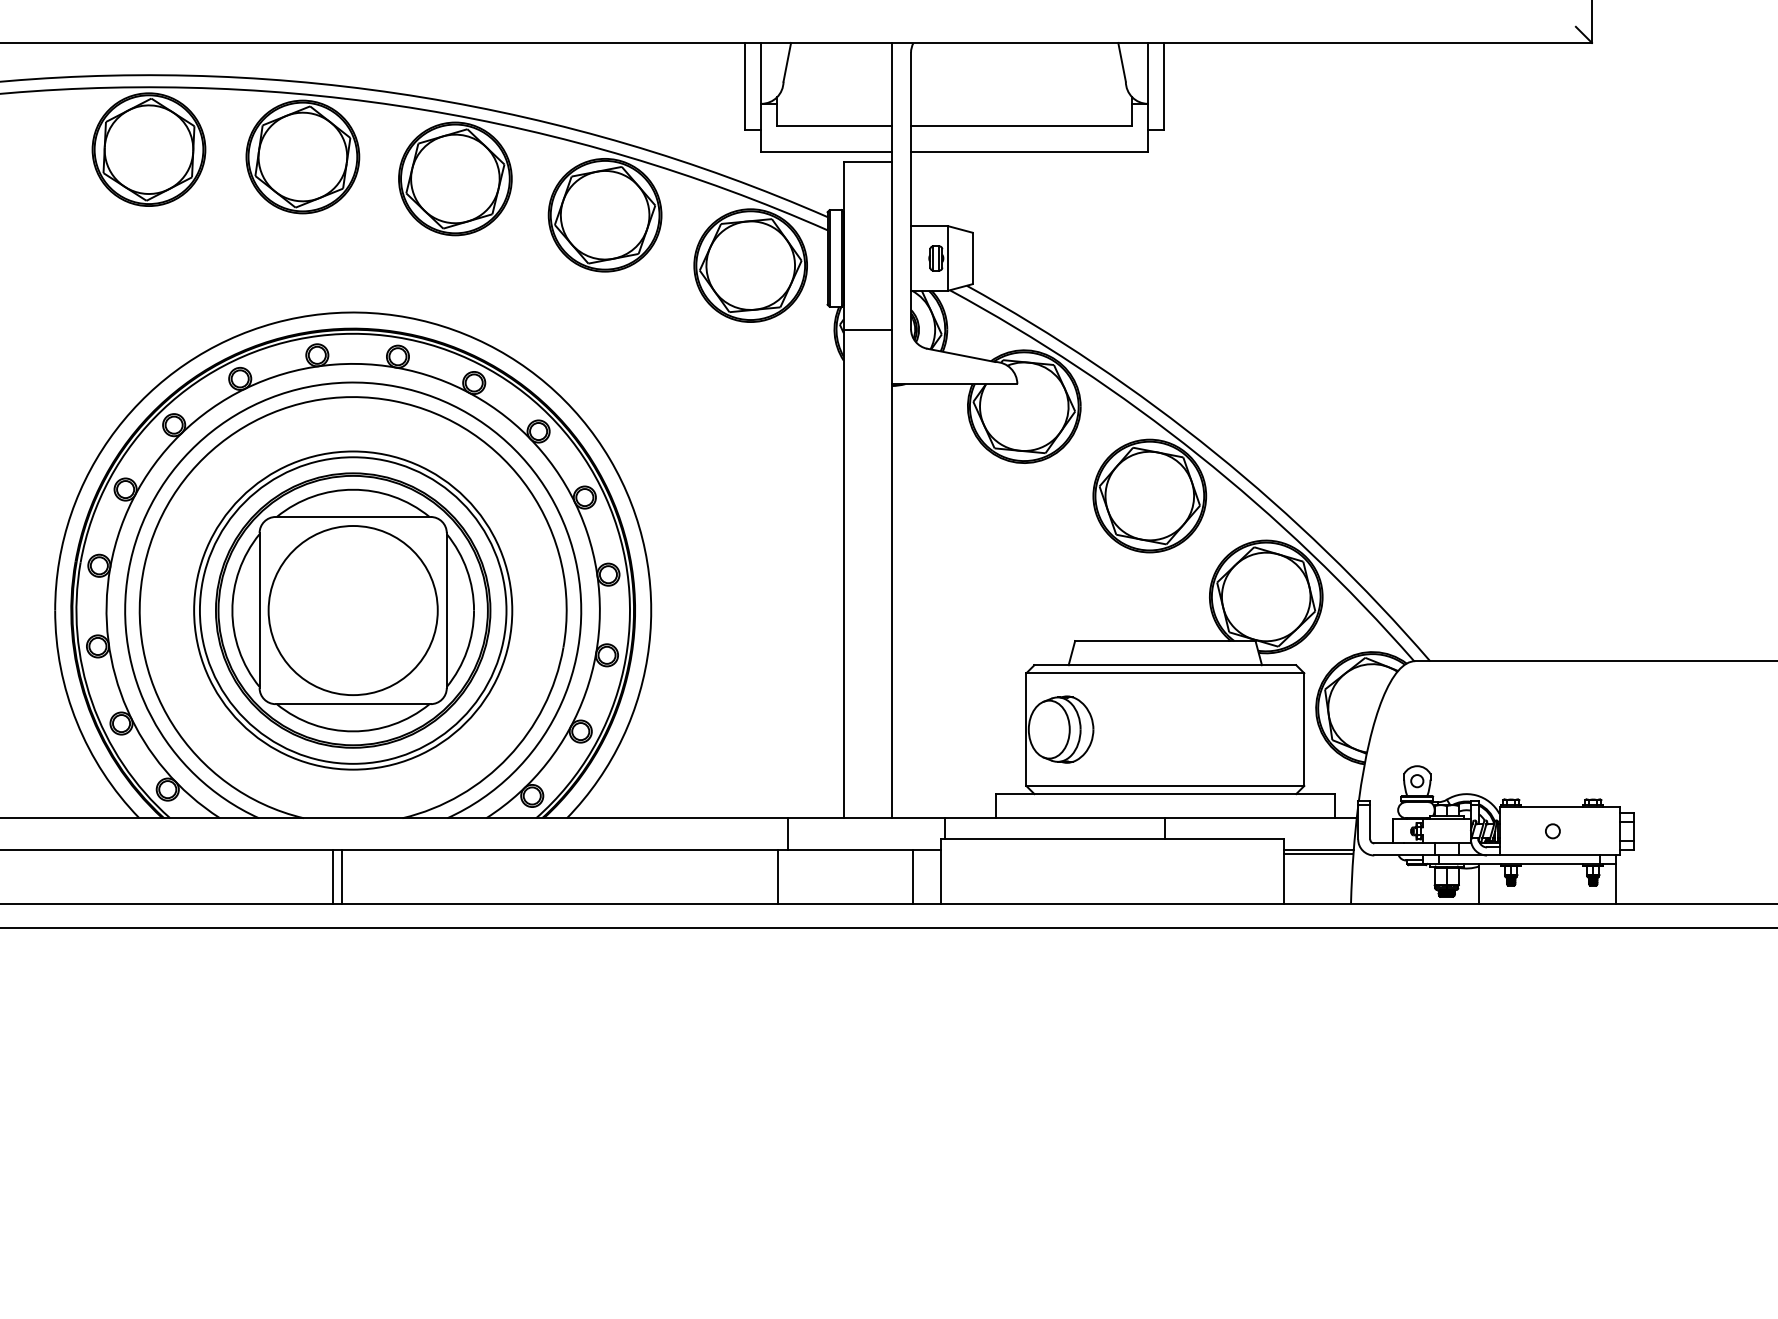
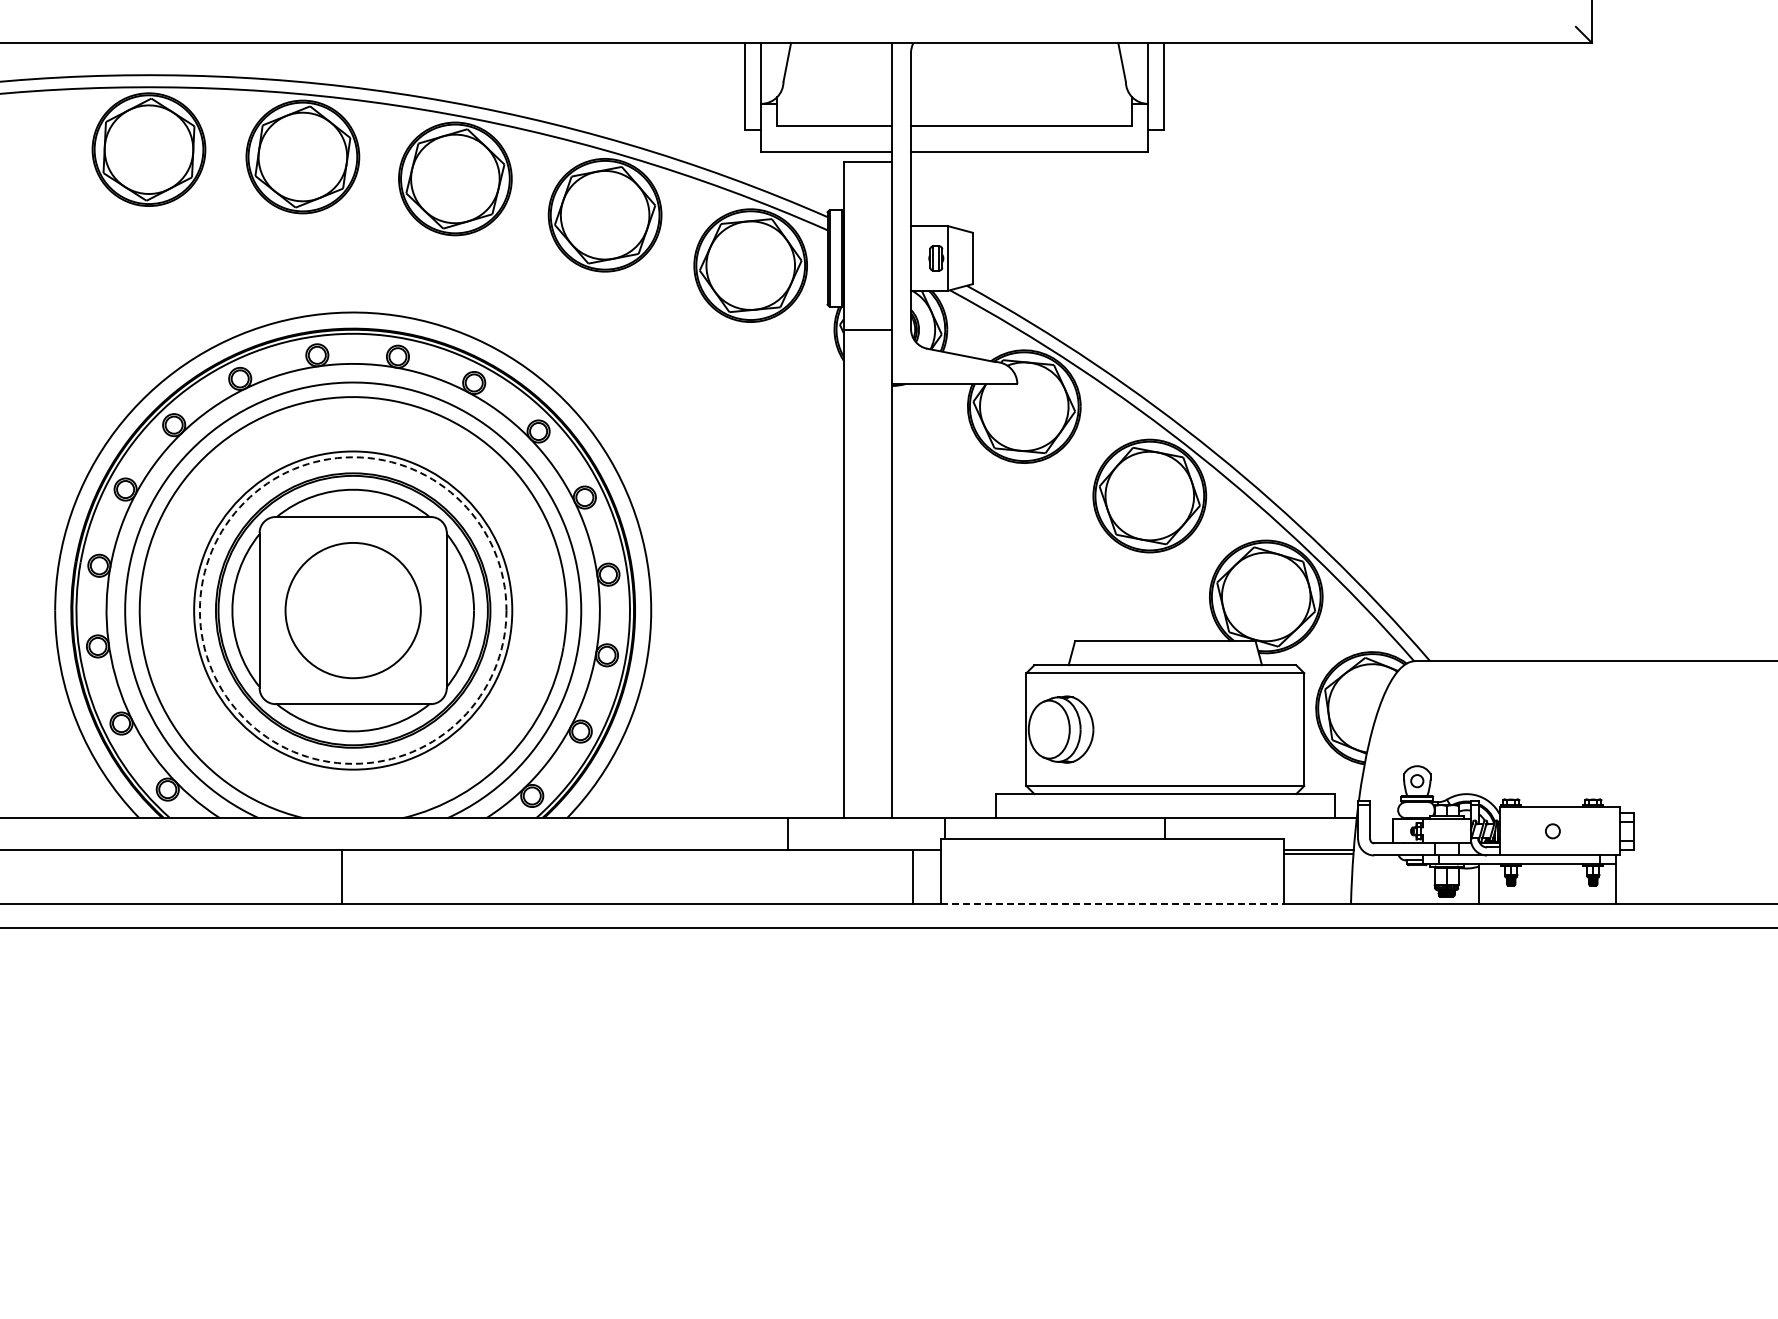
circle at (352, 610) diameter: 169 px -> 135 px
circle at (352, 610): solid -> dashed
line at (332, 876): present -> none
line at (777, 876): present -> none
line at (1112, 903): solid -> dashed
